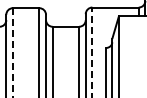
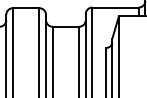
line at (92, 52): dashed -> solid
line at (12, 53): dashed -> solid
